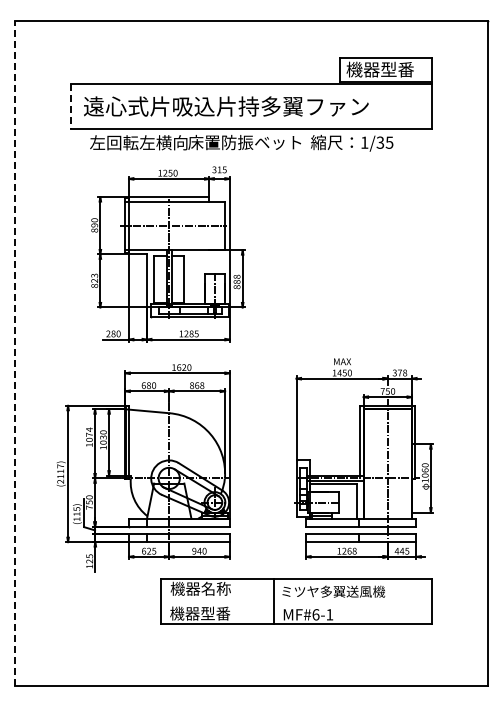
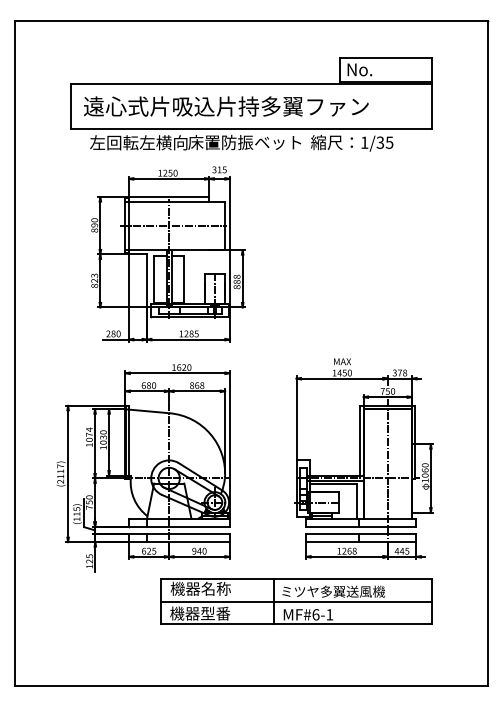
text at (379, 69): 機器型番 -> No.
line at (71, 106): dashed -> solid
line at (14, 353): dashed -> solid
line at (296, 601): none -> present
